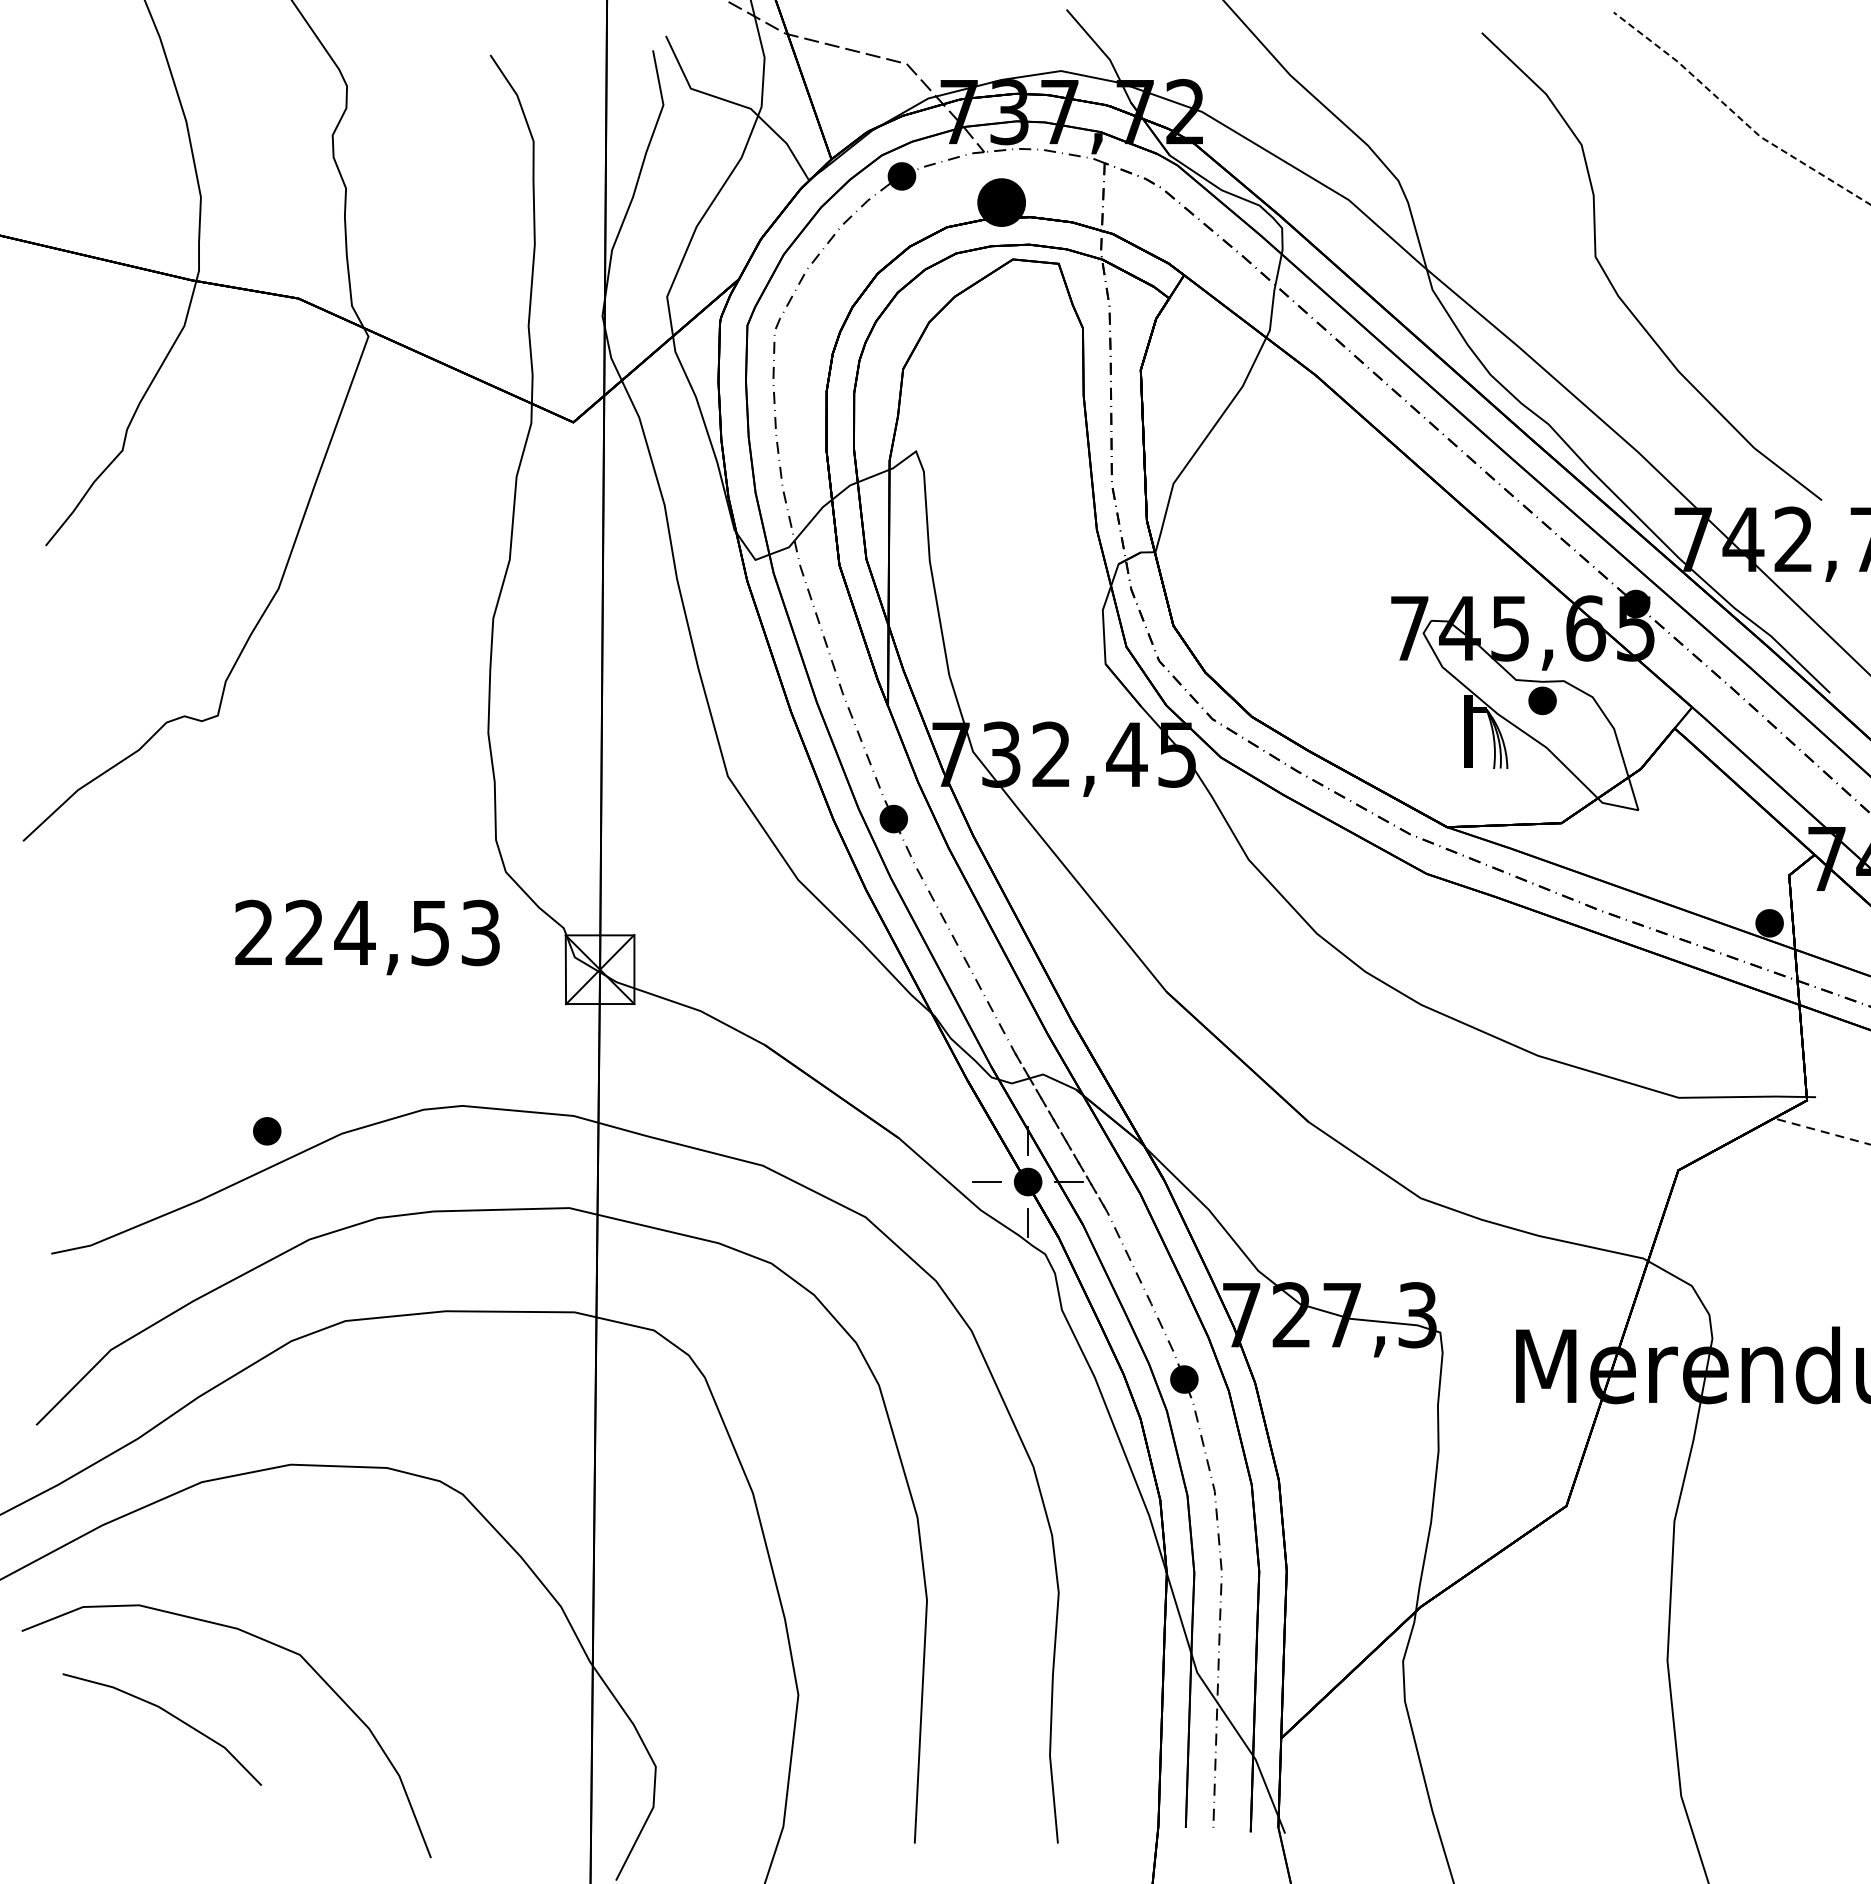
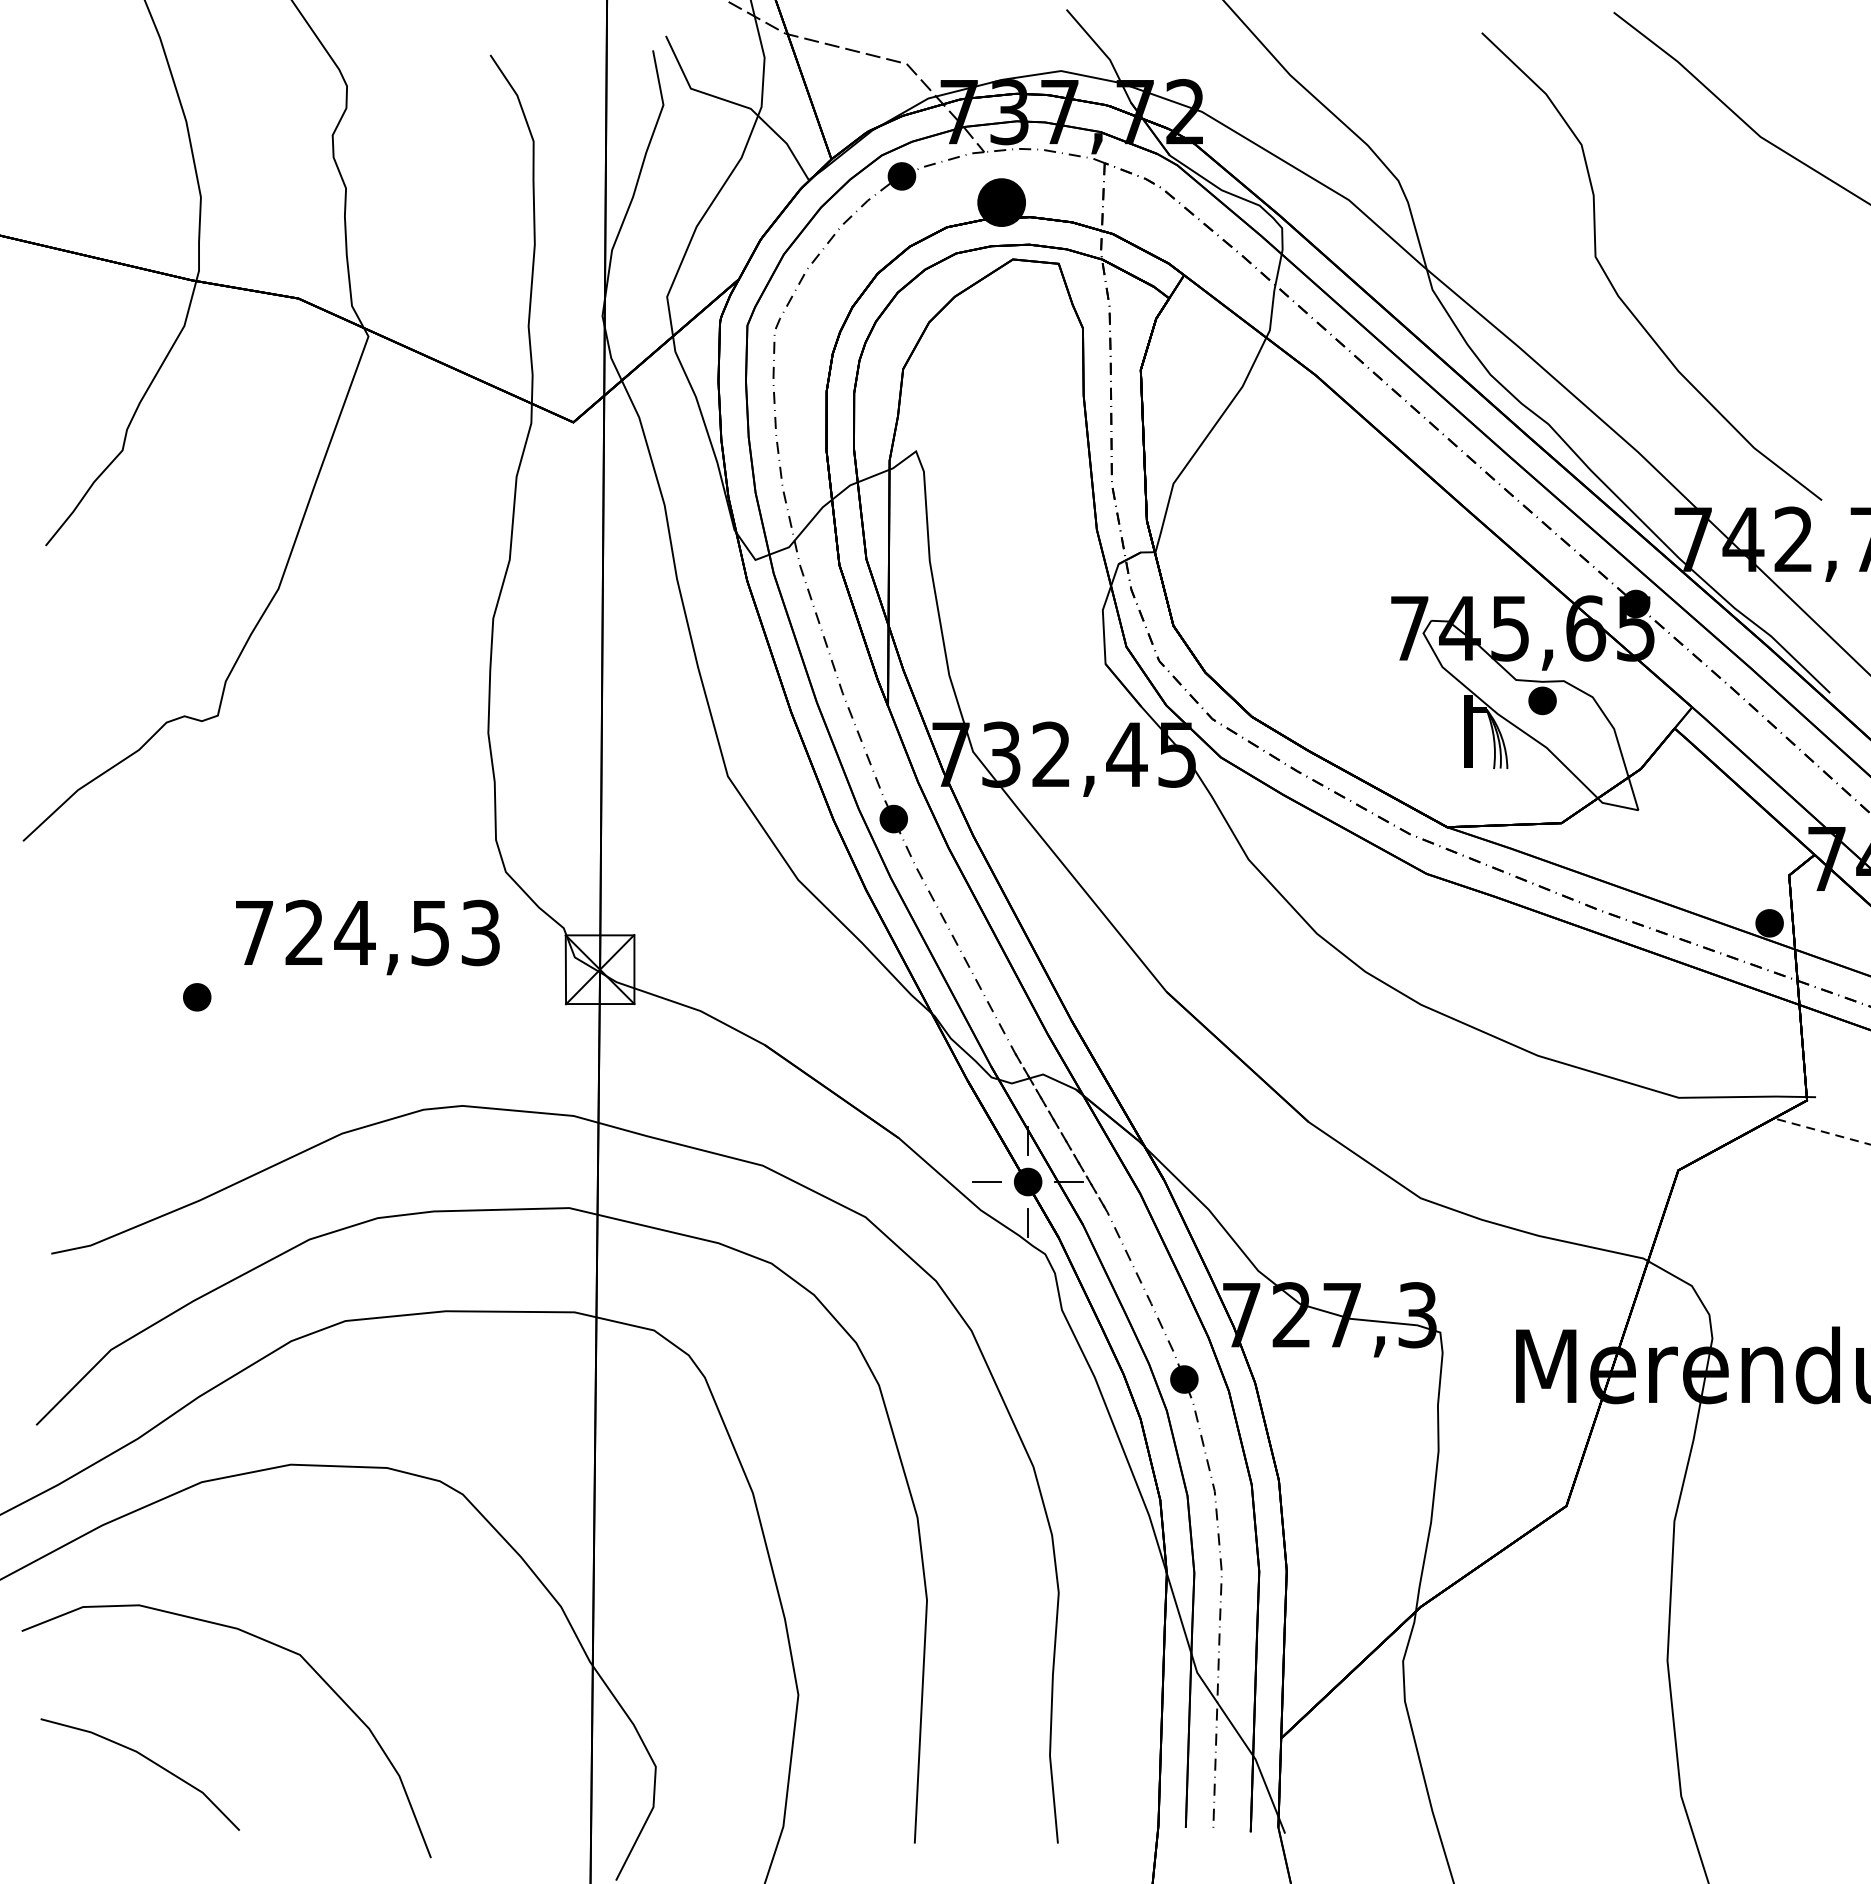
line at (1736, 115): dashed -> solid
text at (253, 931): 224,53 -> 724,53
part at (267, 1131) position: (267, 1131) -> (197, 997)
line at (170, 1715) position: (170, 1715) -> (148, 1760)
